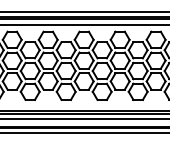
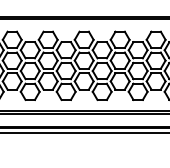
line at (84, 11): present -> none
line at (84, 24): present -> none
line at (84, 118): present -> none
